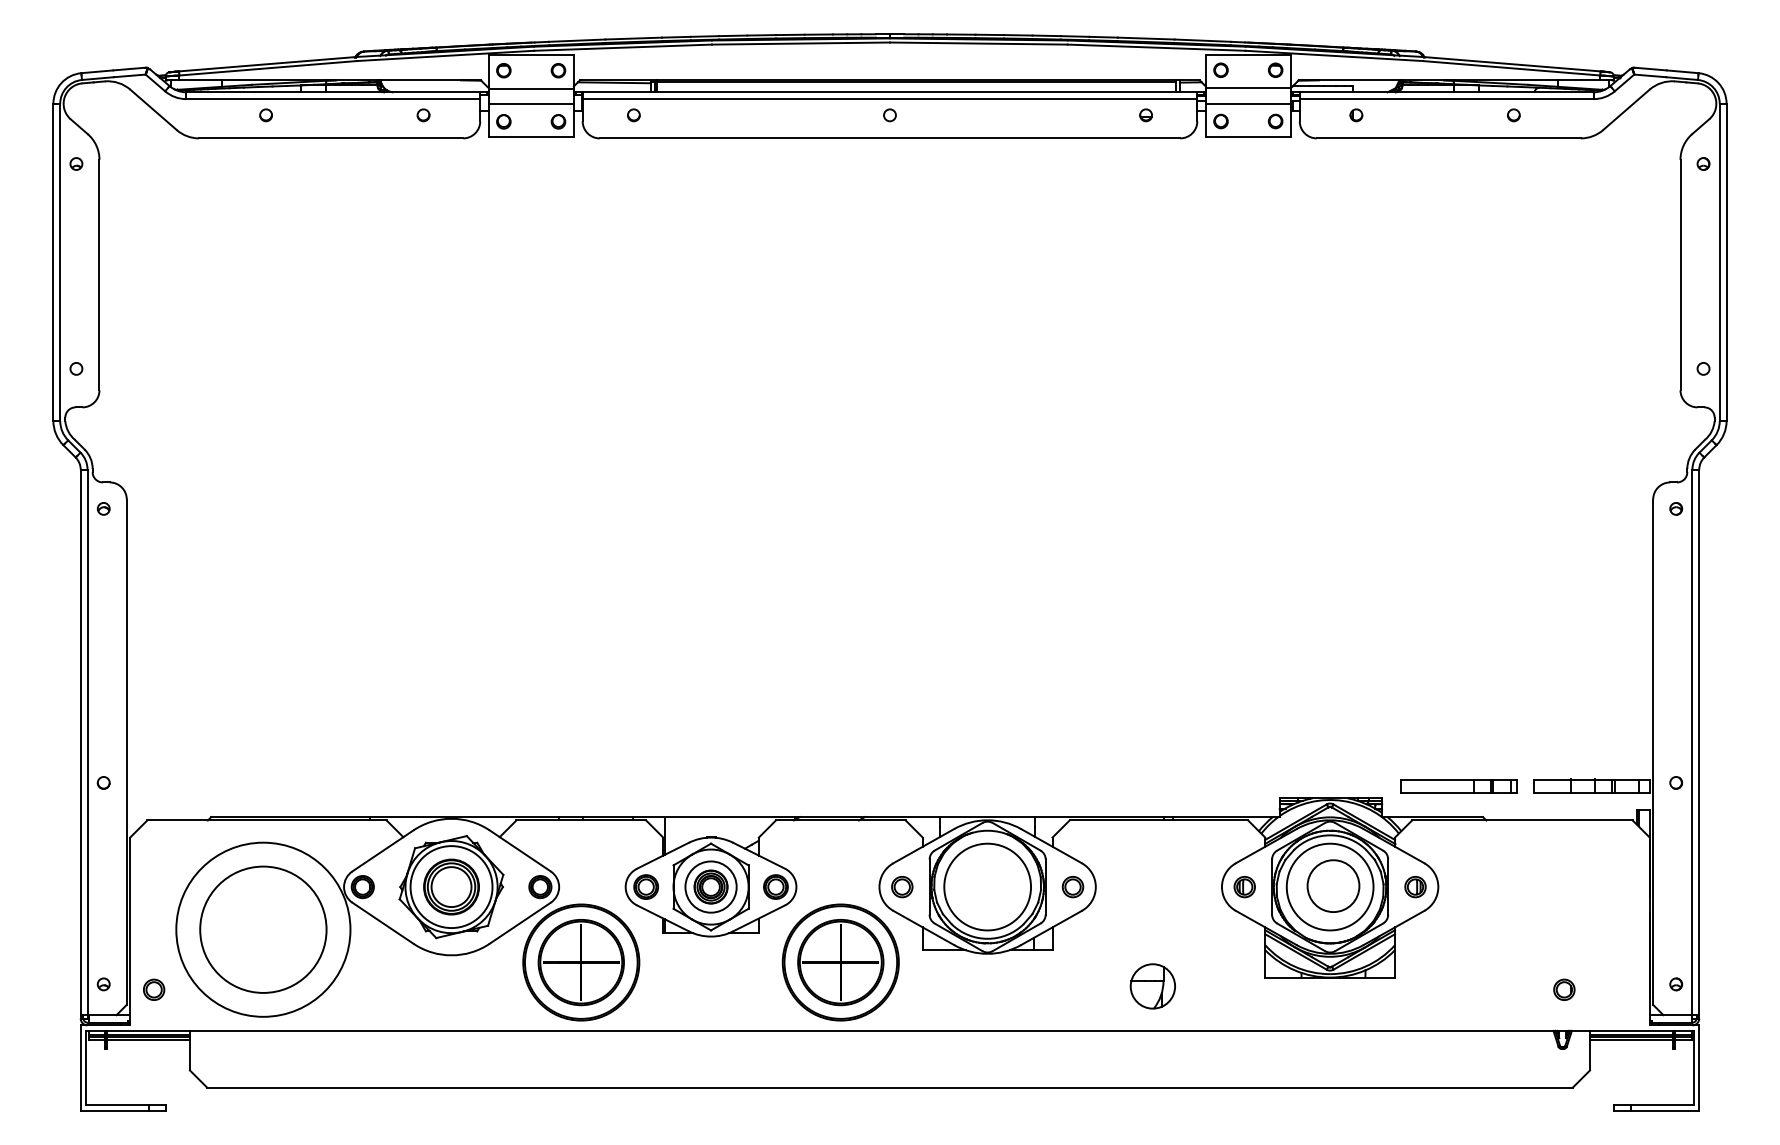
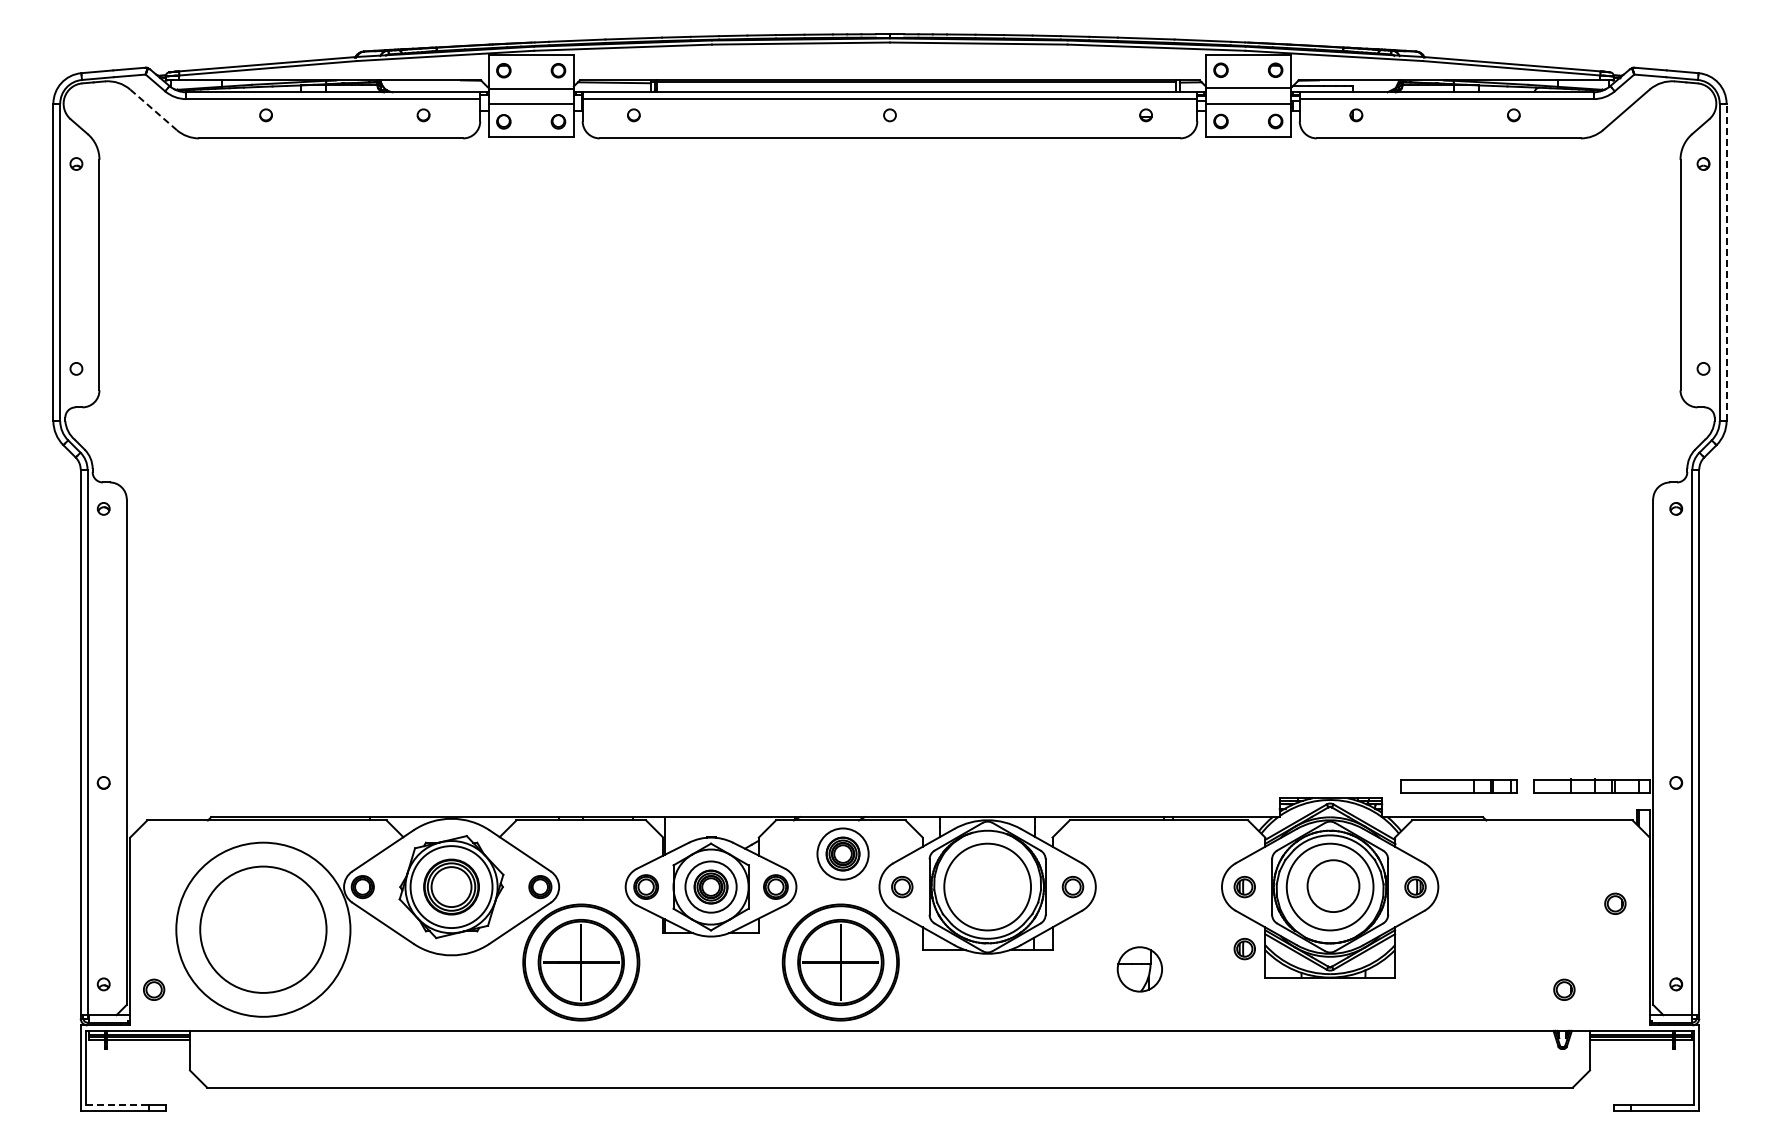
line at (153, 109): solid -> dashed
line at (1726, 262): solid -> dashed
part at (842, 853): none -> present
part at (1615, 903): none -> present
part at (1244, 949): none -> present
part at (1152, 986) position: (1152, 986) -> (1139, 969)
line at (118, 1105): solid -> dashed
